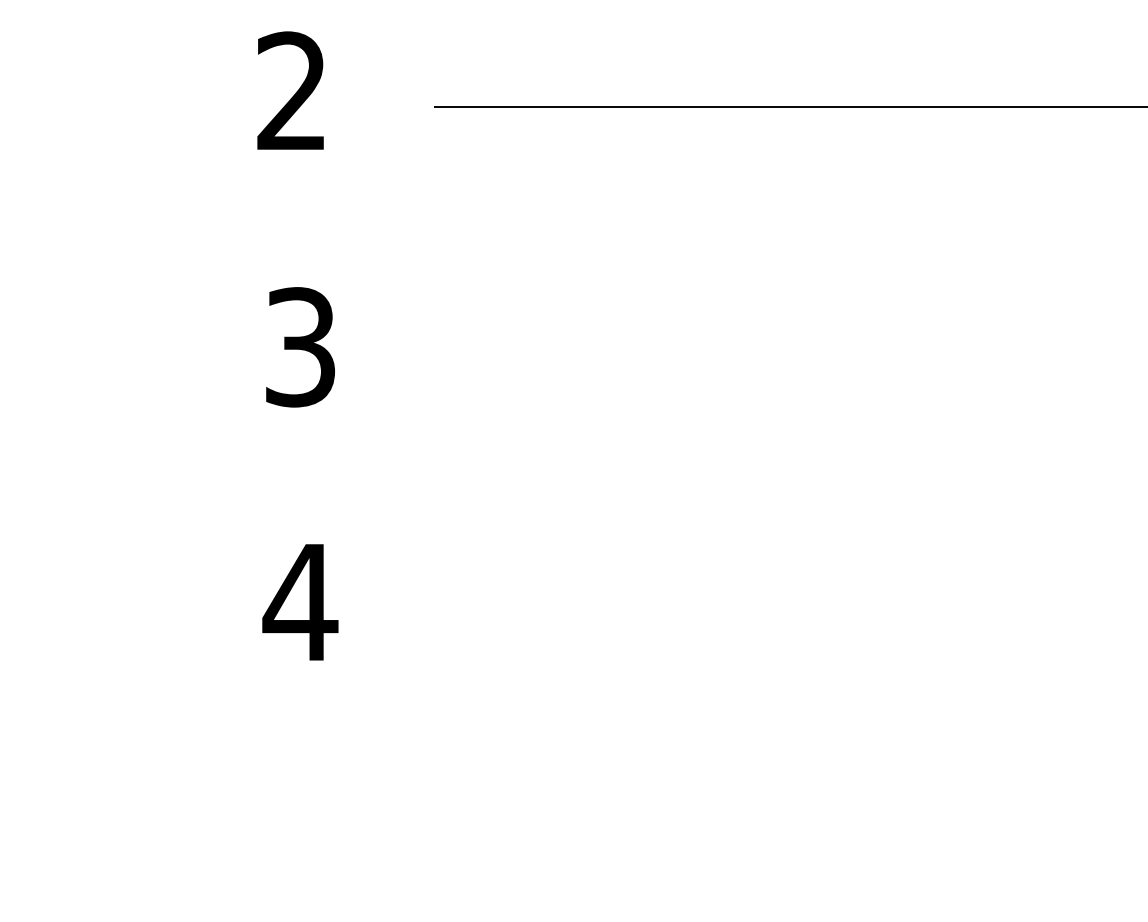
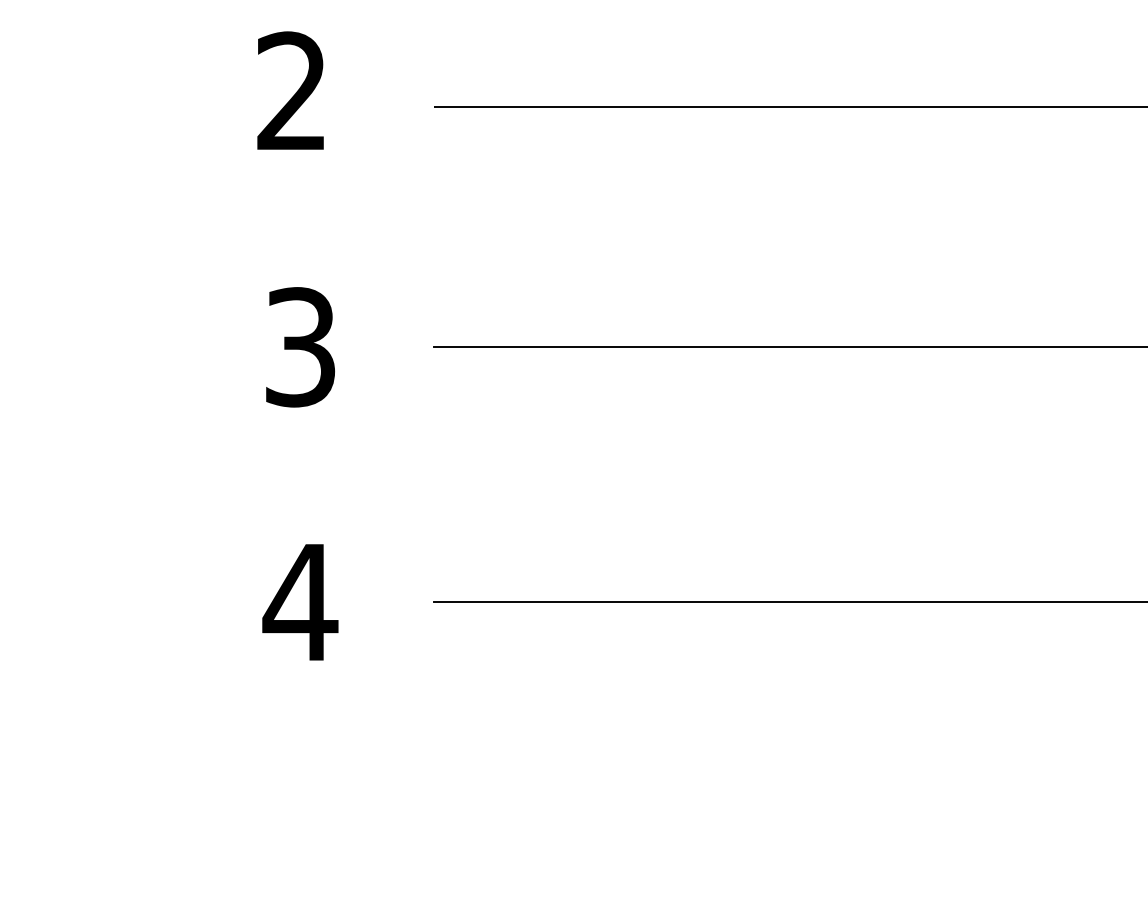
line at (789, 347): none -> present
line at (789, 602): none -> present
